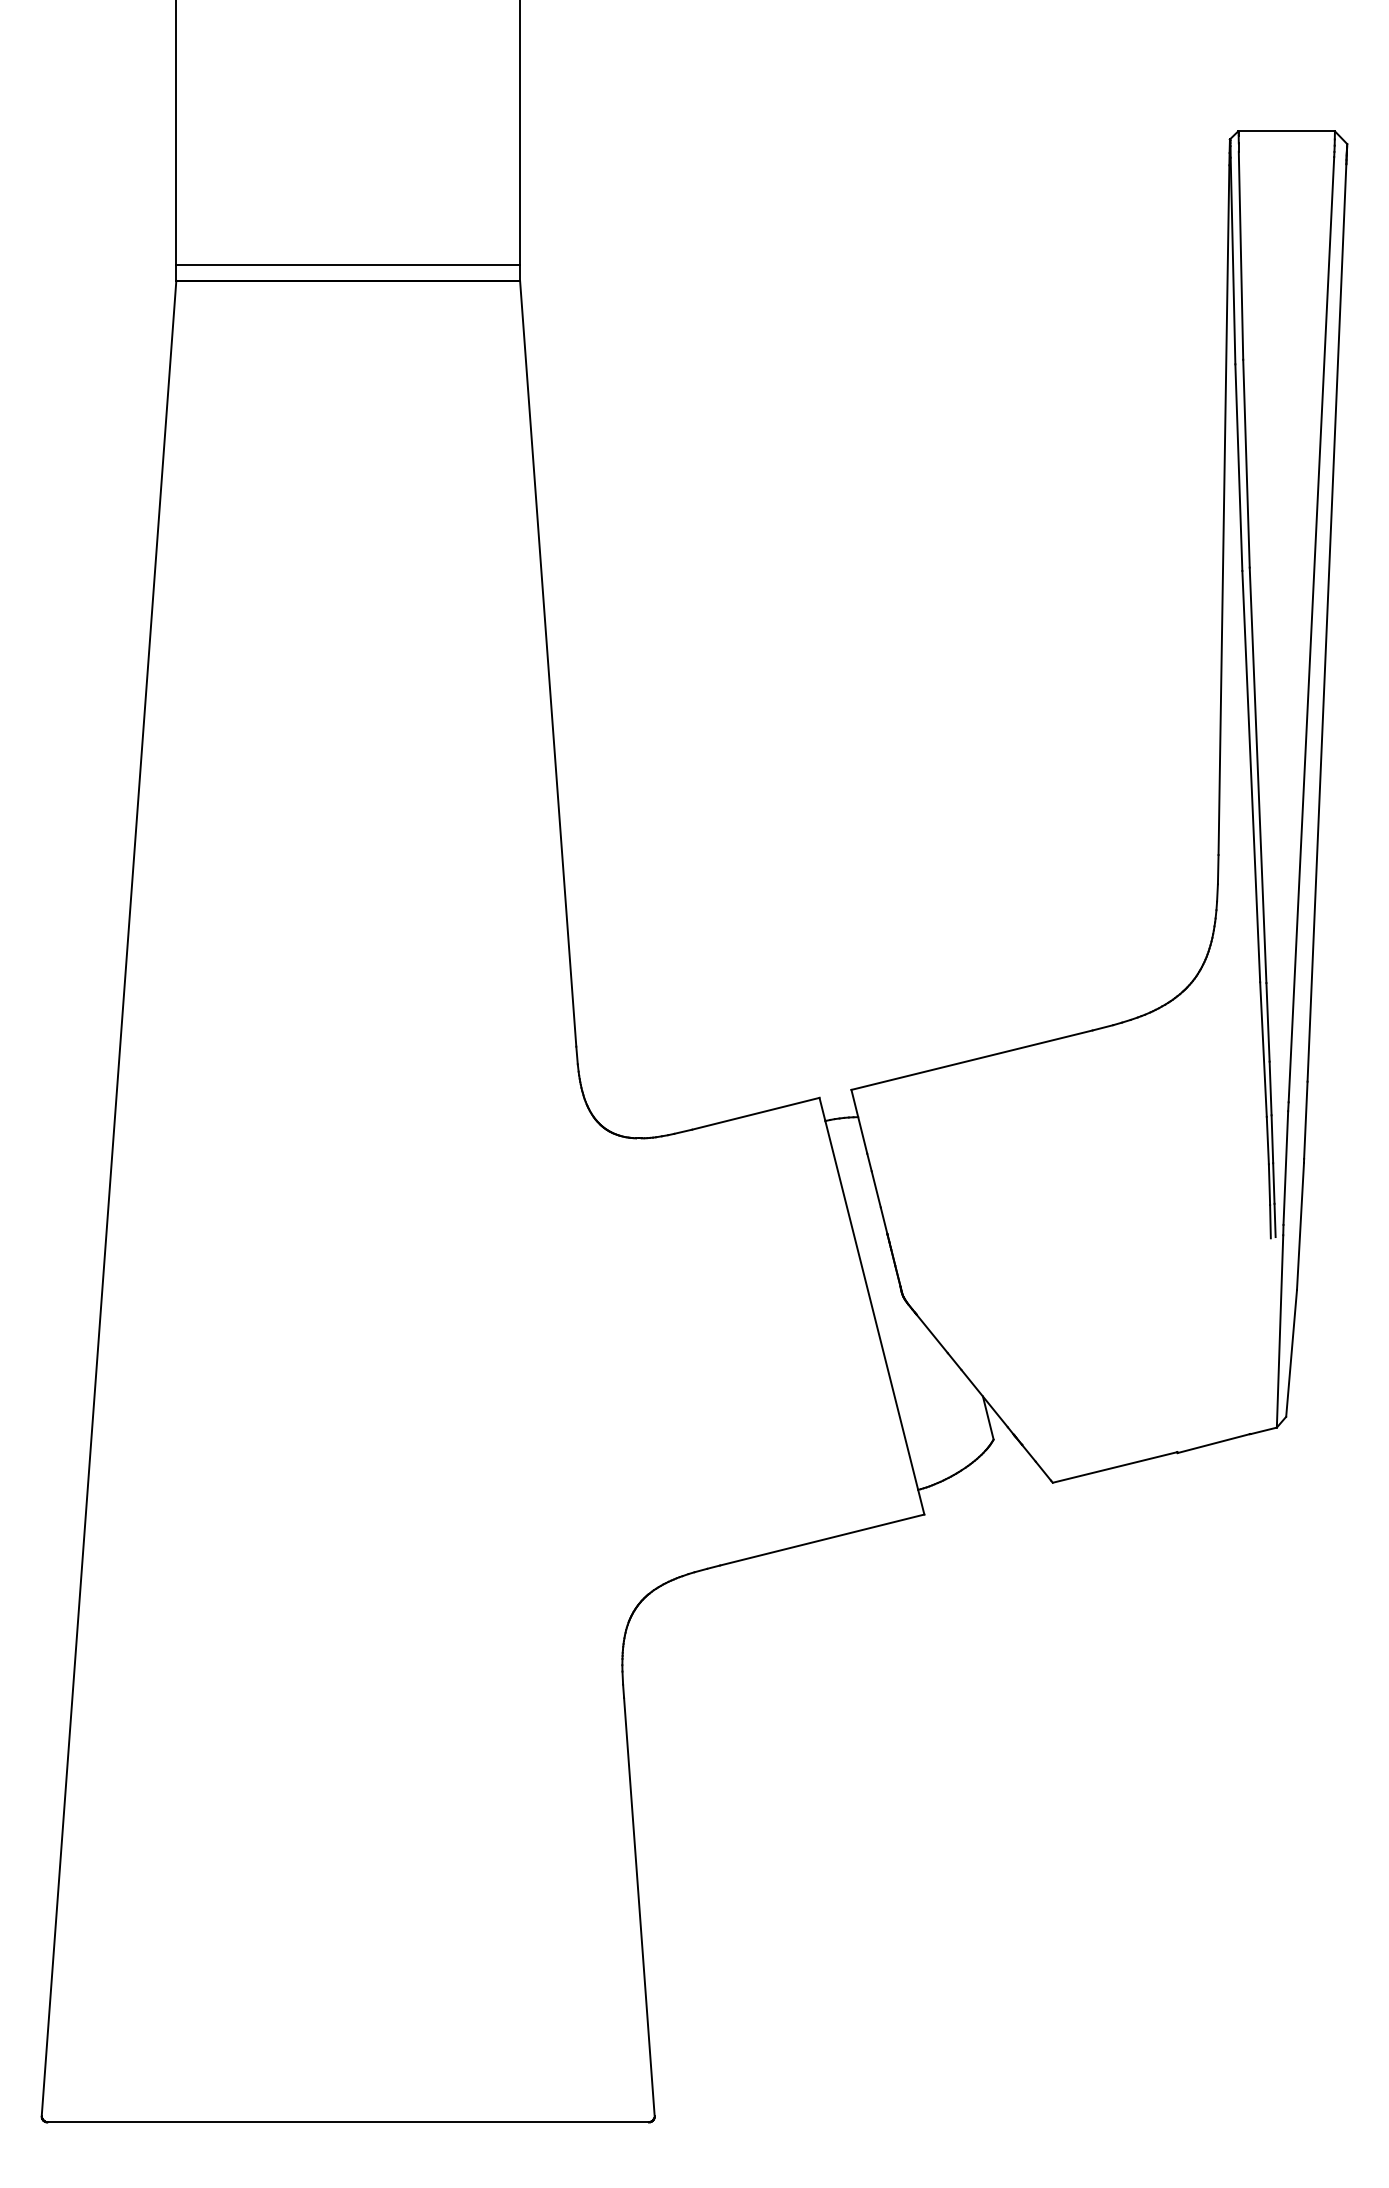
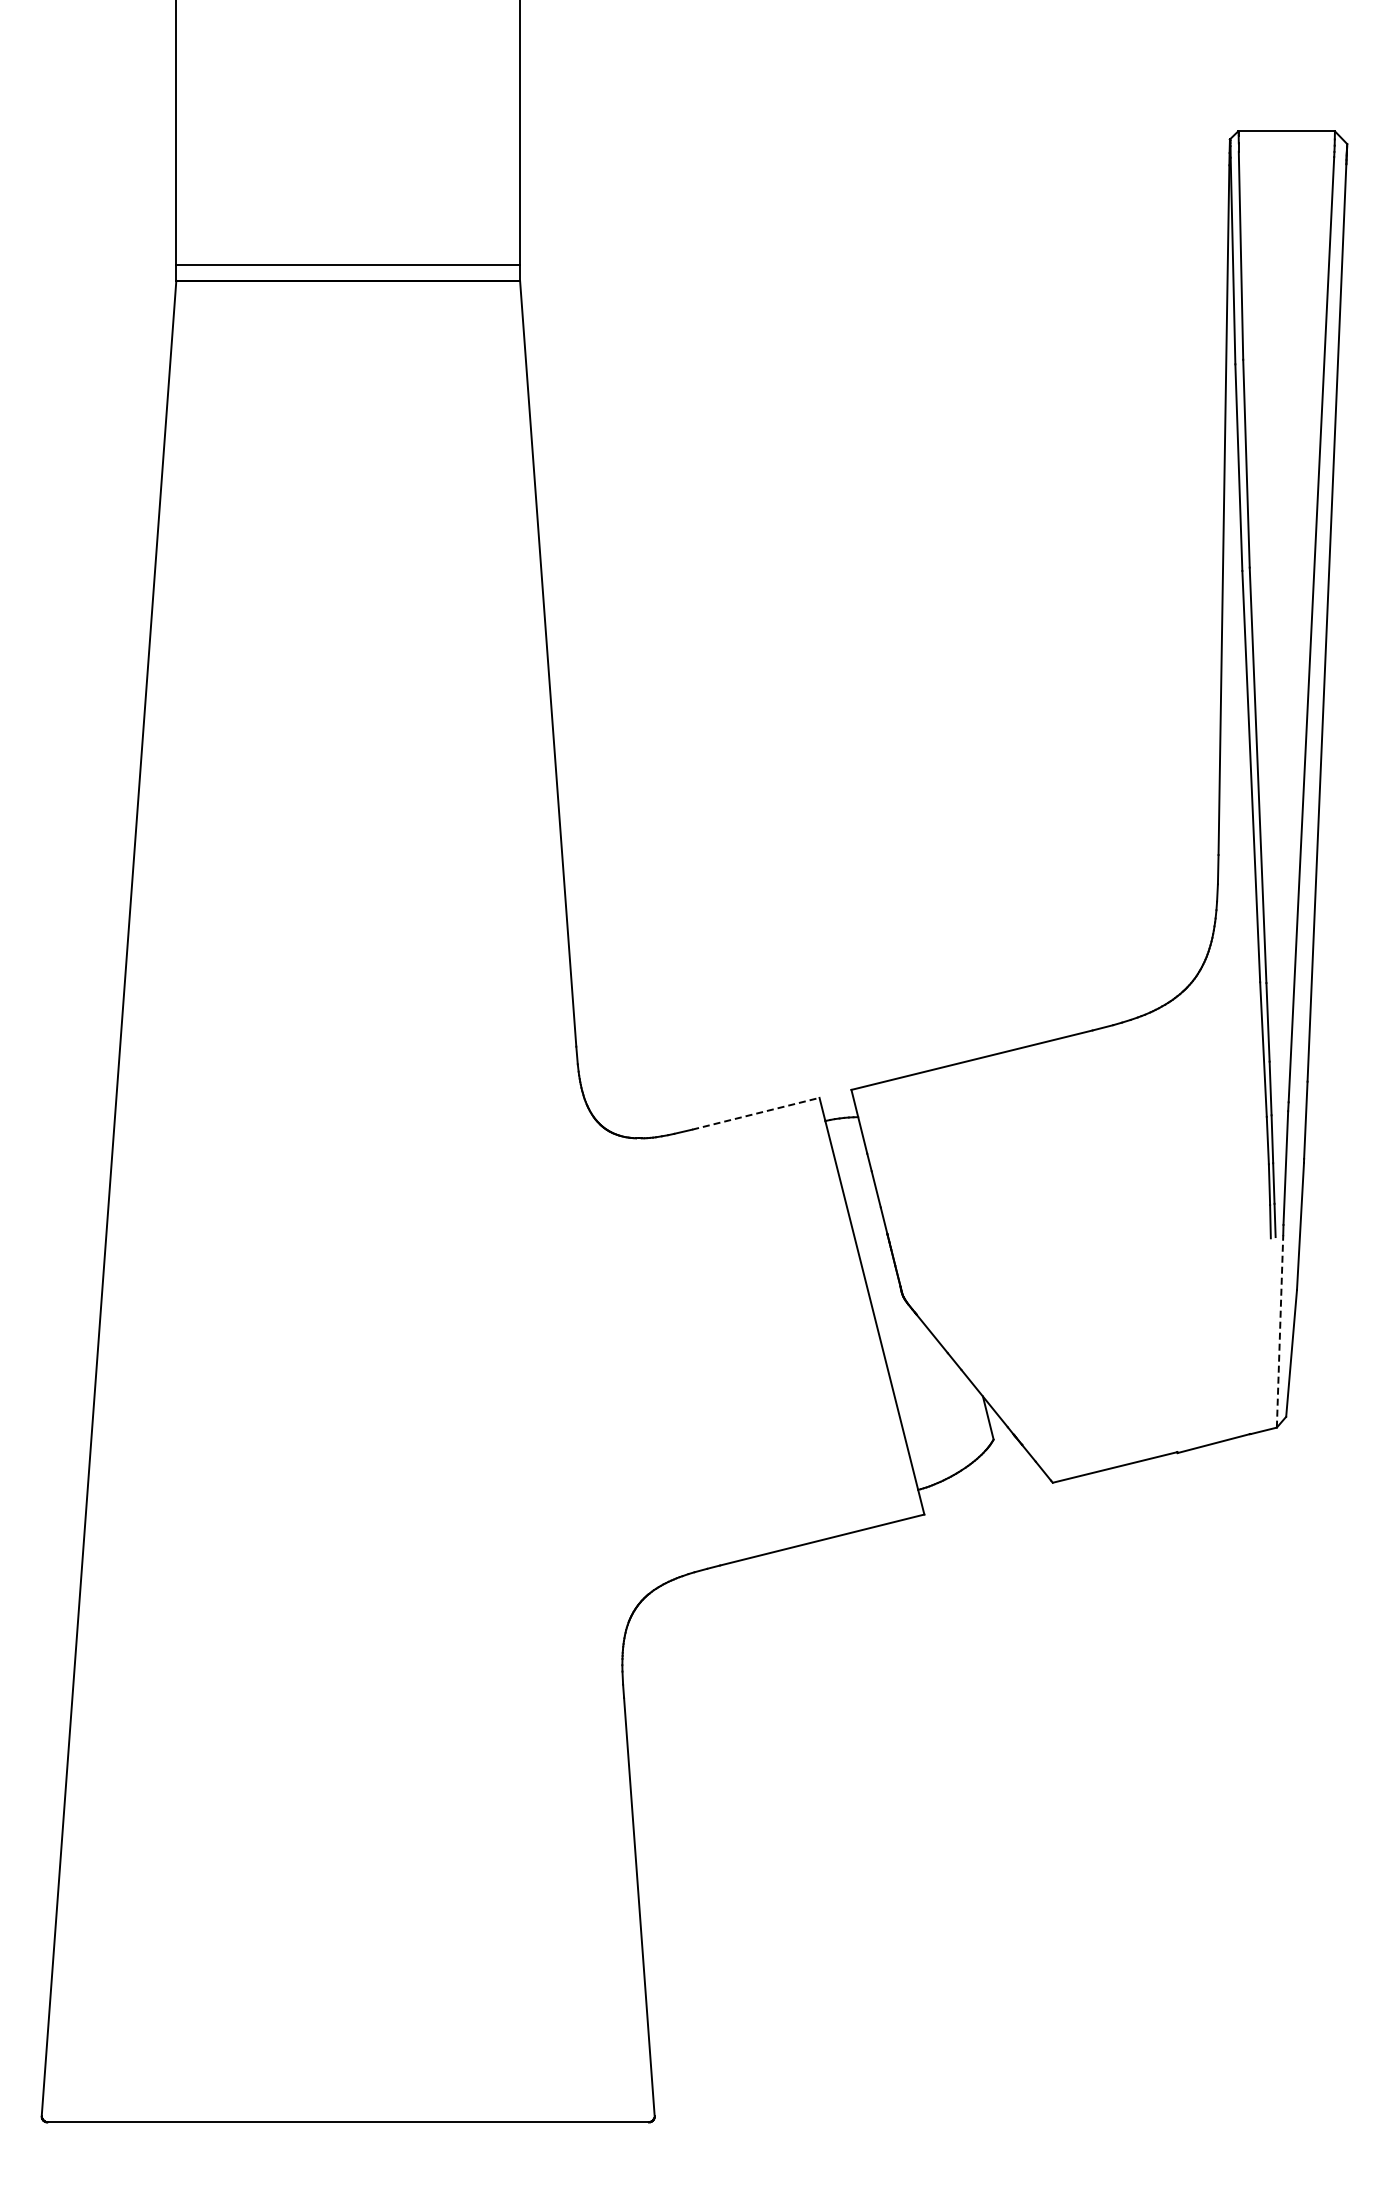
line at (755, 1113): solid -> dashed
line at (1280, 1330): solid -> dashed
